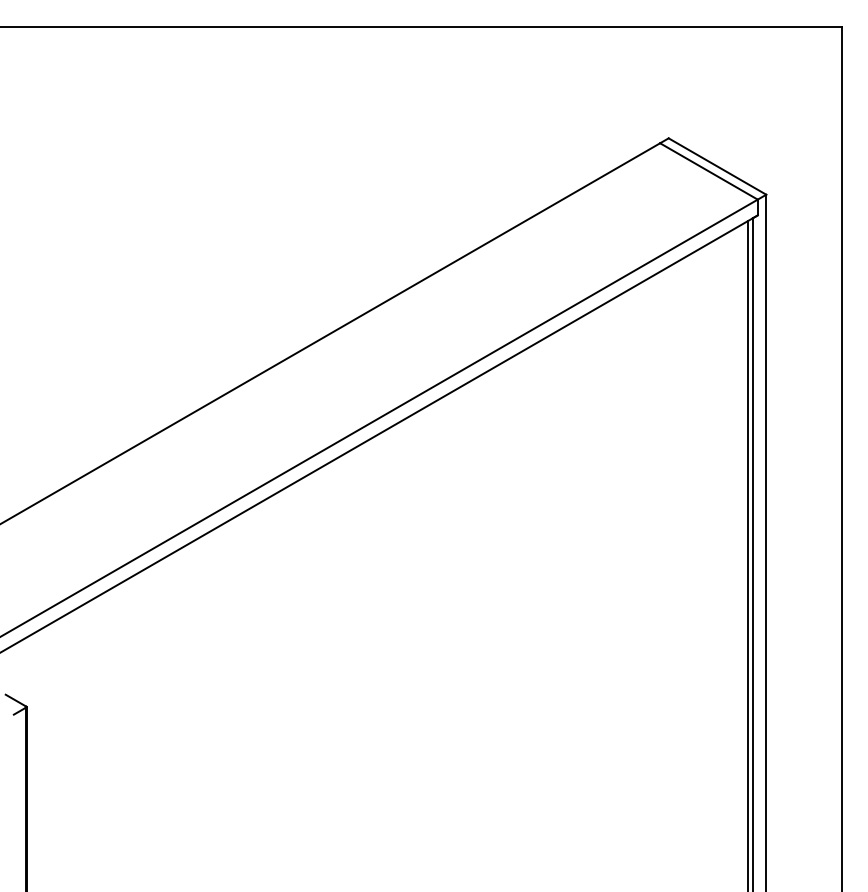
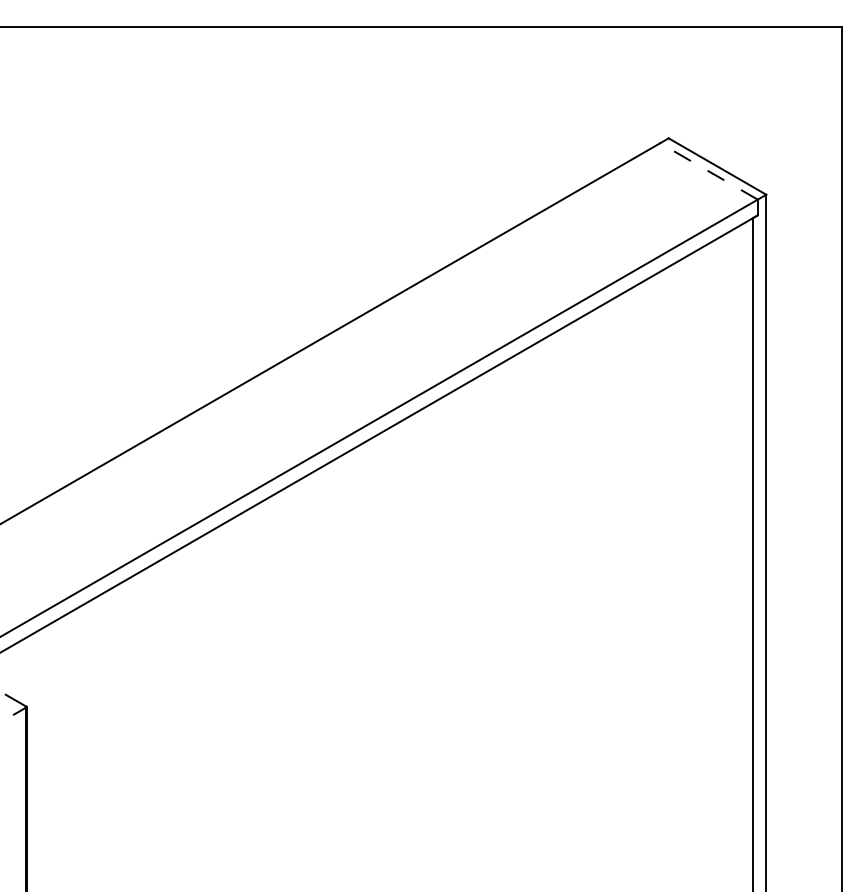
line at (708, 171): solid -> dashed
line at (747, 554): present -> none
